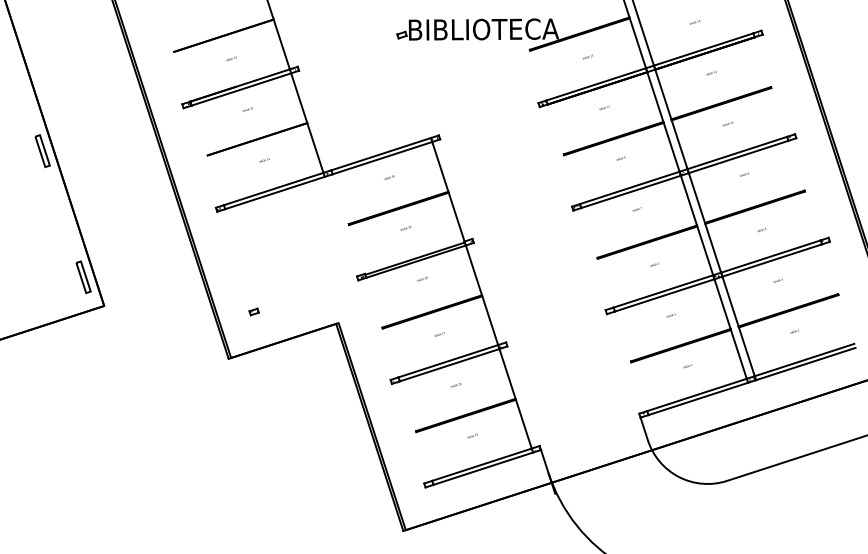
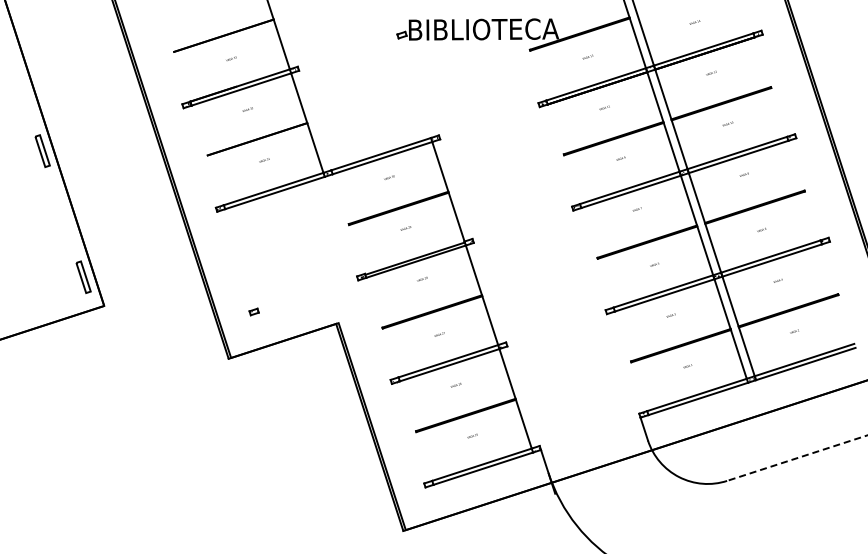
line at (797, 458): solid -> dashed
